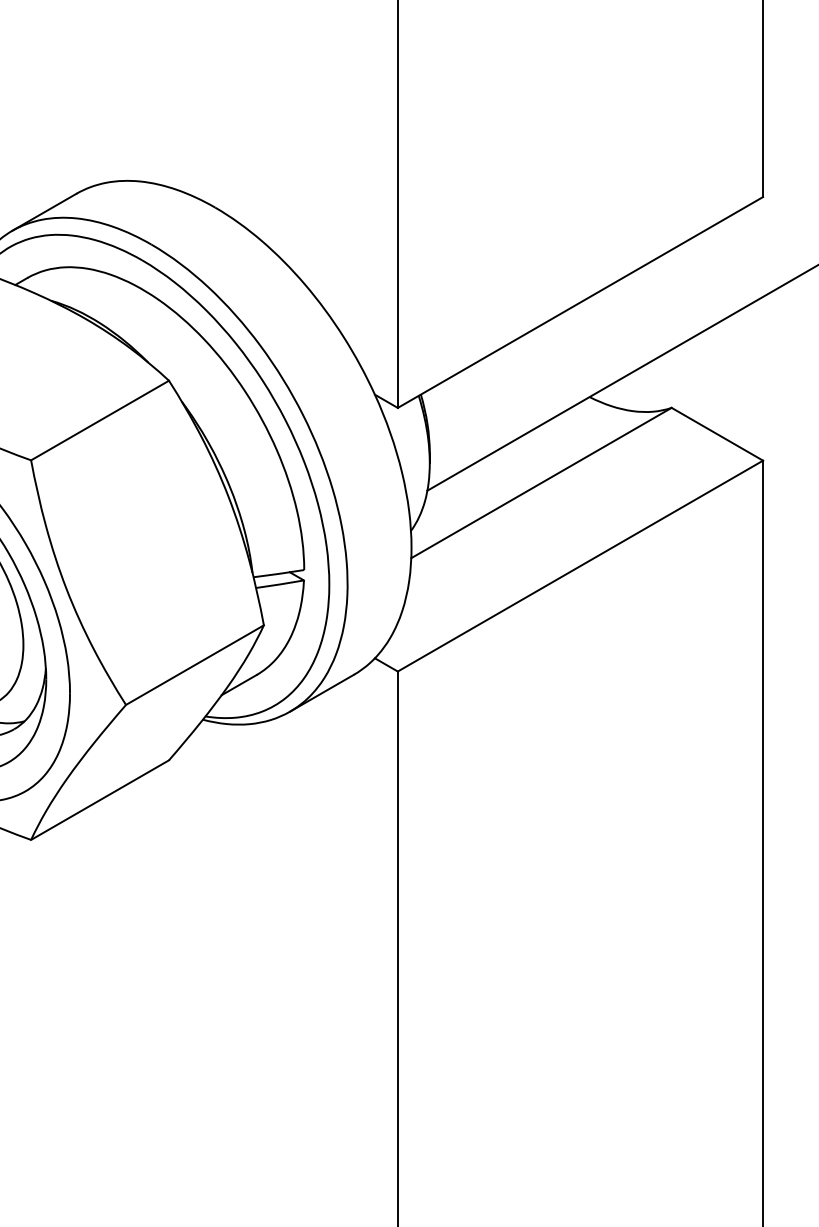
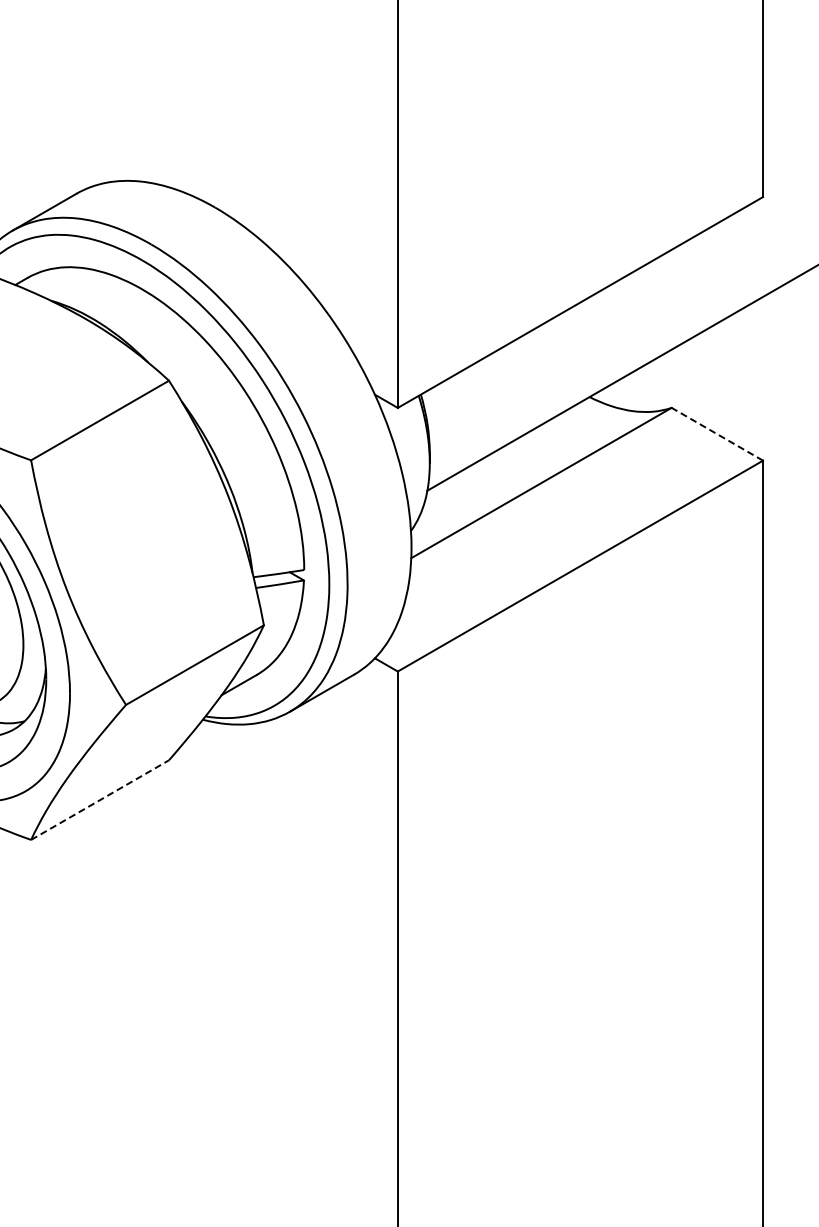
line at (717, 434): solid -> dashed
line at (100, 800): solid -> dashed
